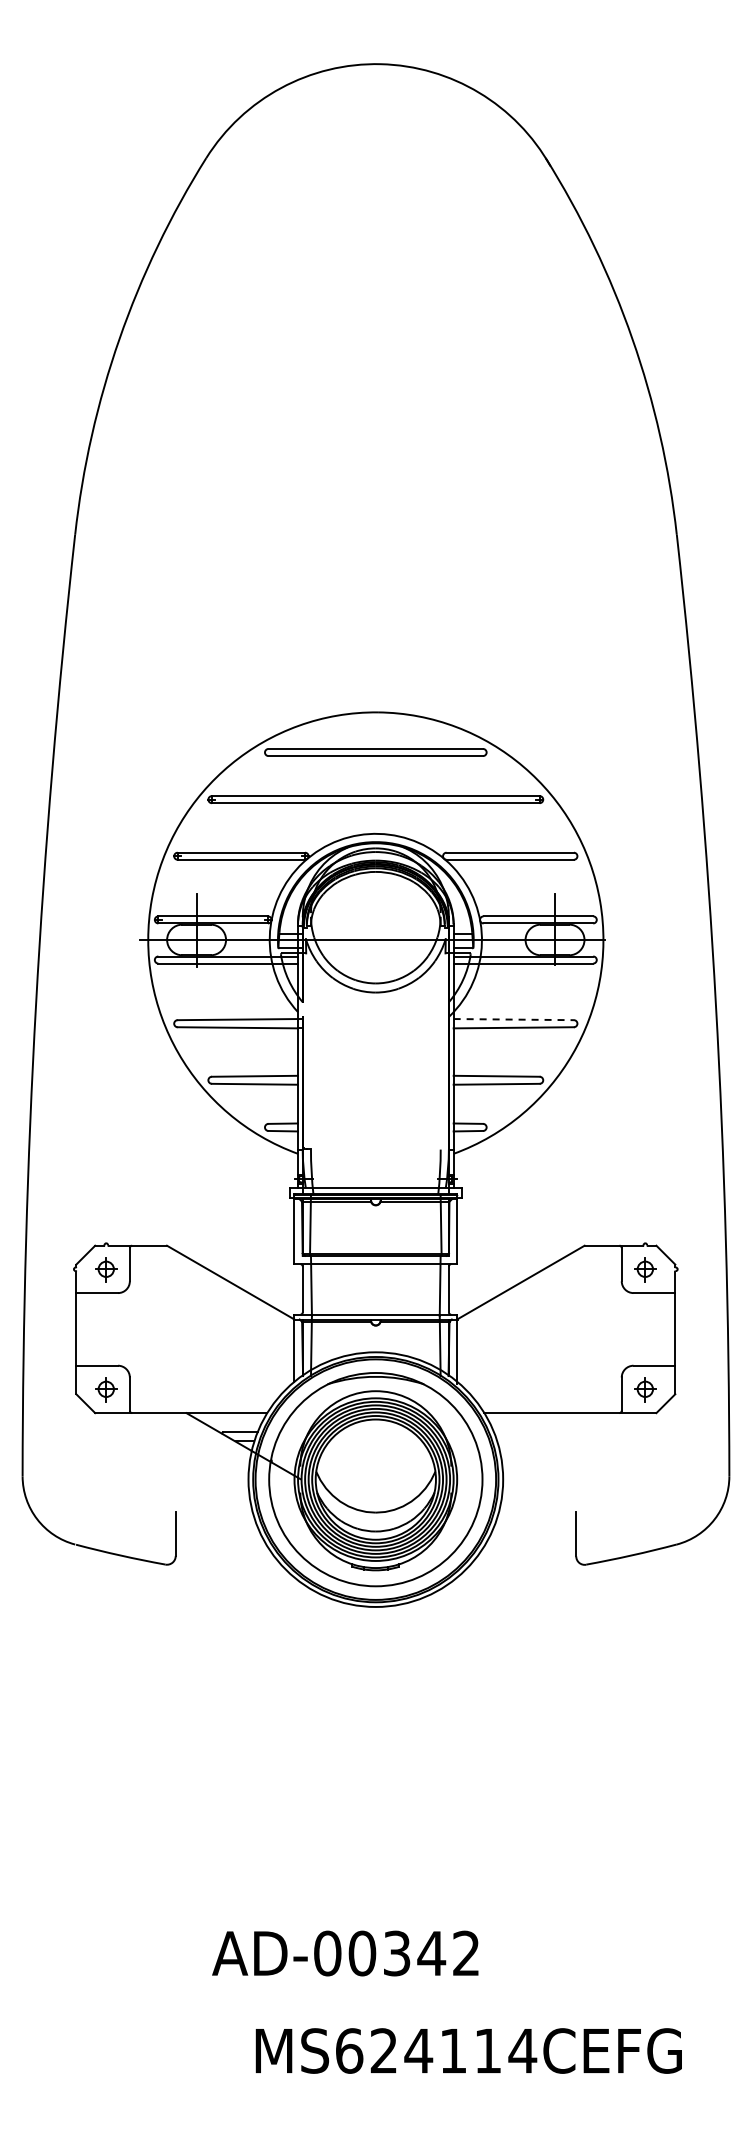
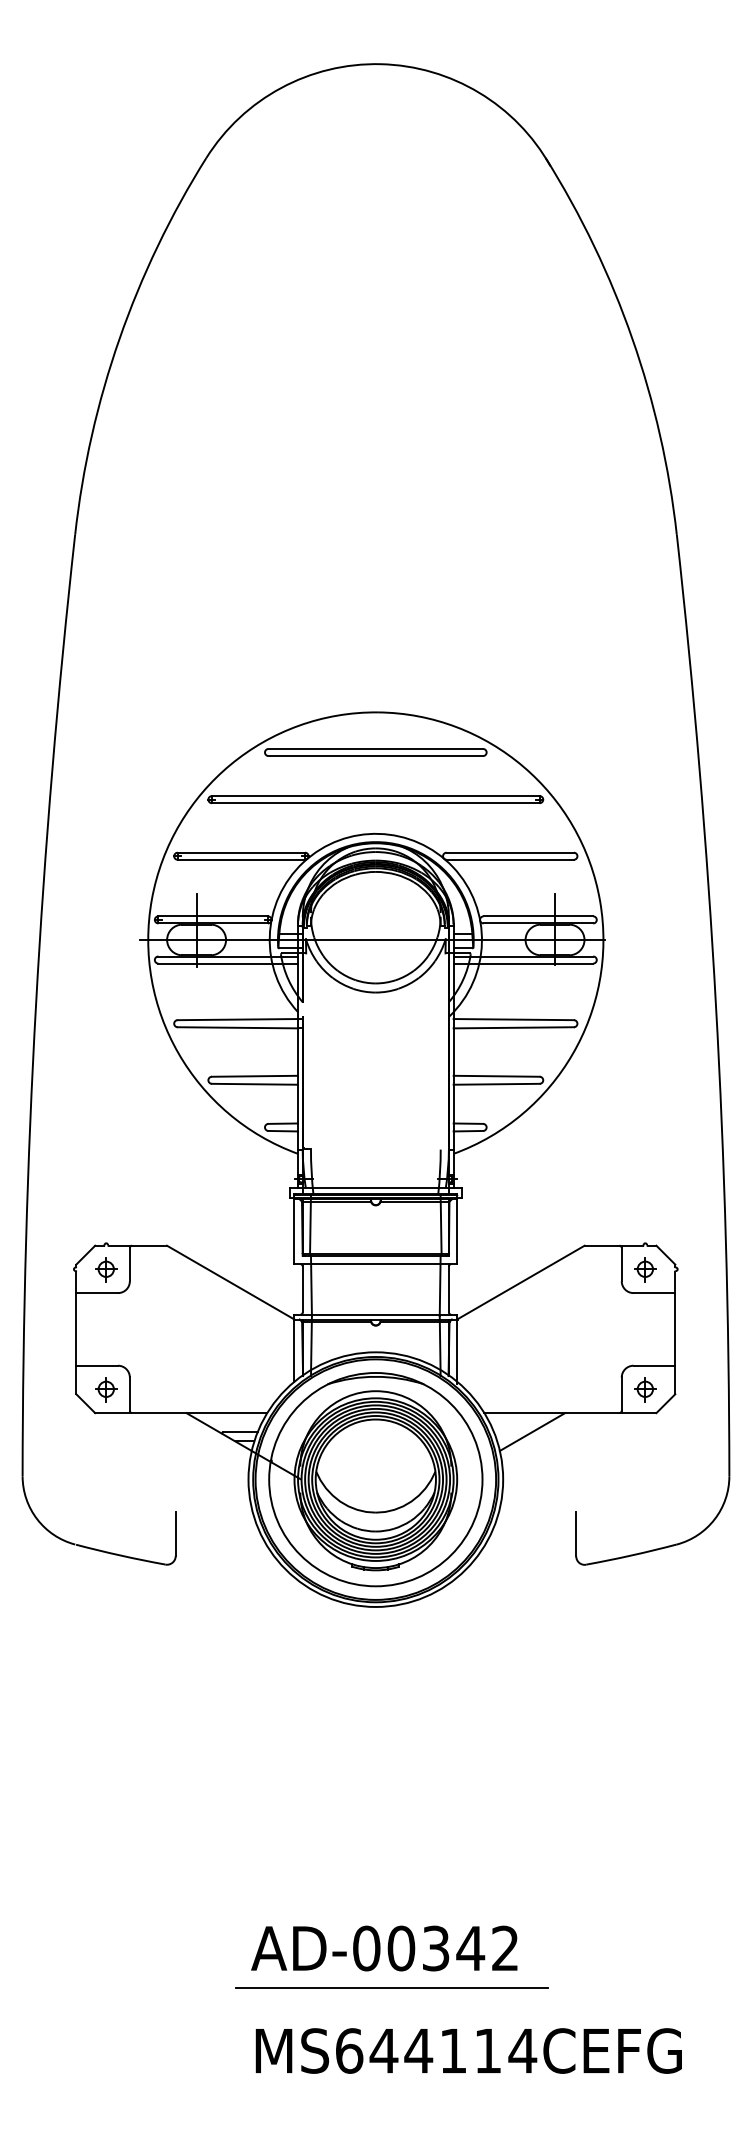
line at (514, 1019): dashed -> solid
line at (532, 1431): none -> present
text at (345, 1953) position: (345, 1953) -> (384, 1948)
line at (391, 1988): none -> present
text at (383, 2050): MS624114CEFG -> MS644114CEFG
